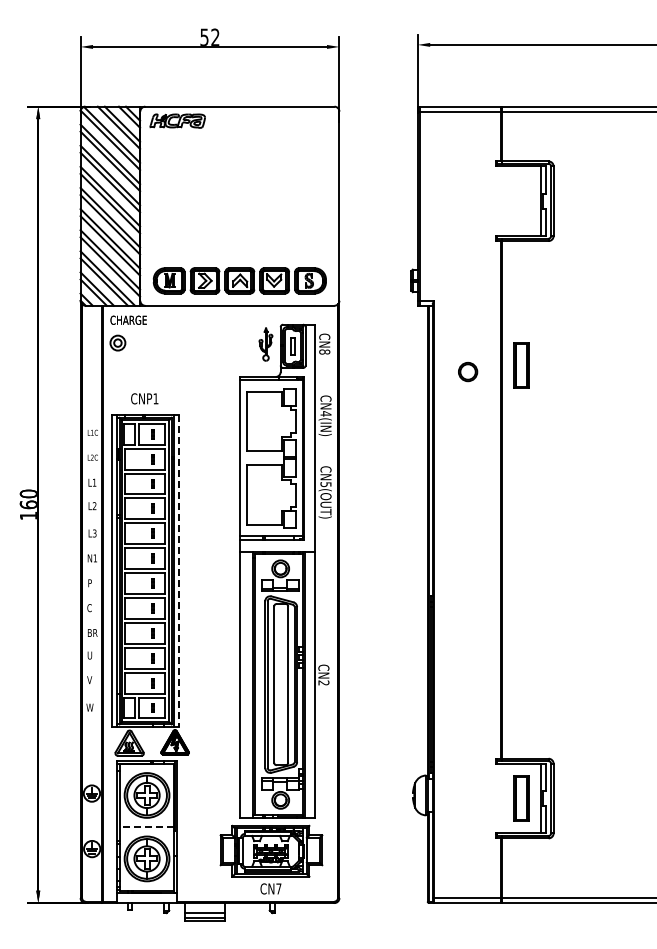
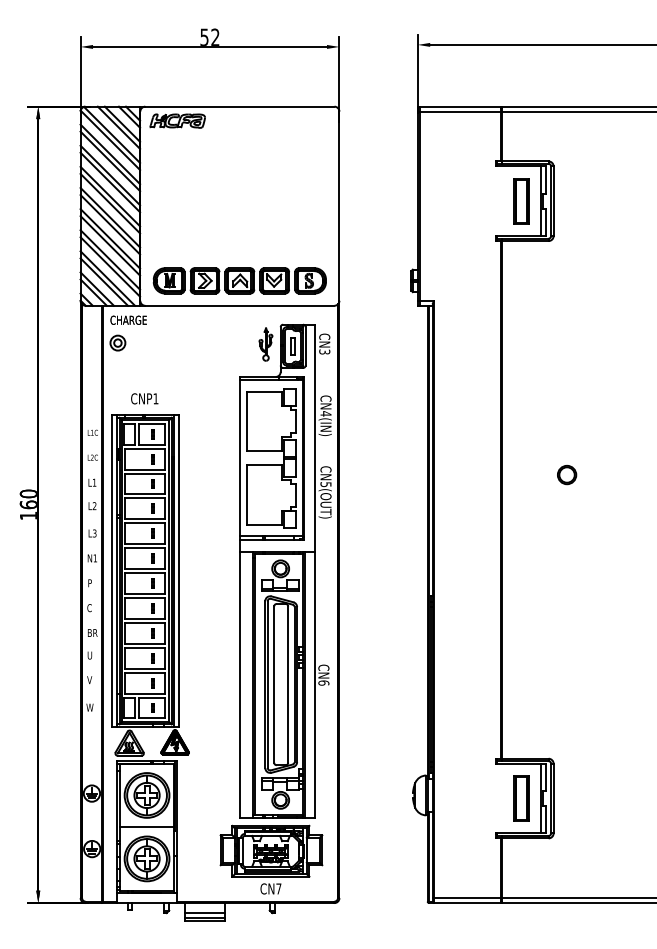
text at (324, 351): CN8 -> CN3
part at (521, 365) position: (521, 365) -> (521, 201)
part at (468, 372) position: (468, 372) -> (567, 475)
line at (179, 571): dashed -> solid
text at (323, 682): CN2 -> CN6
line at (146, 827): dashed -> solid
